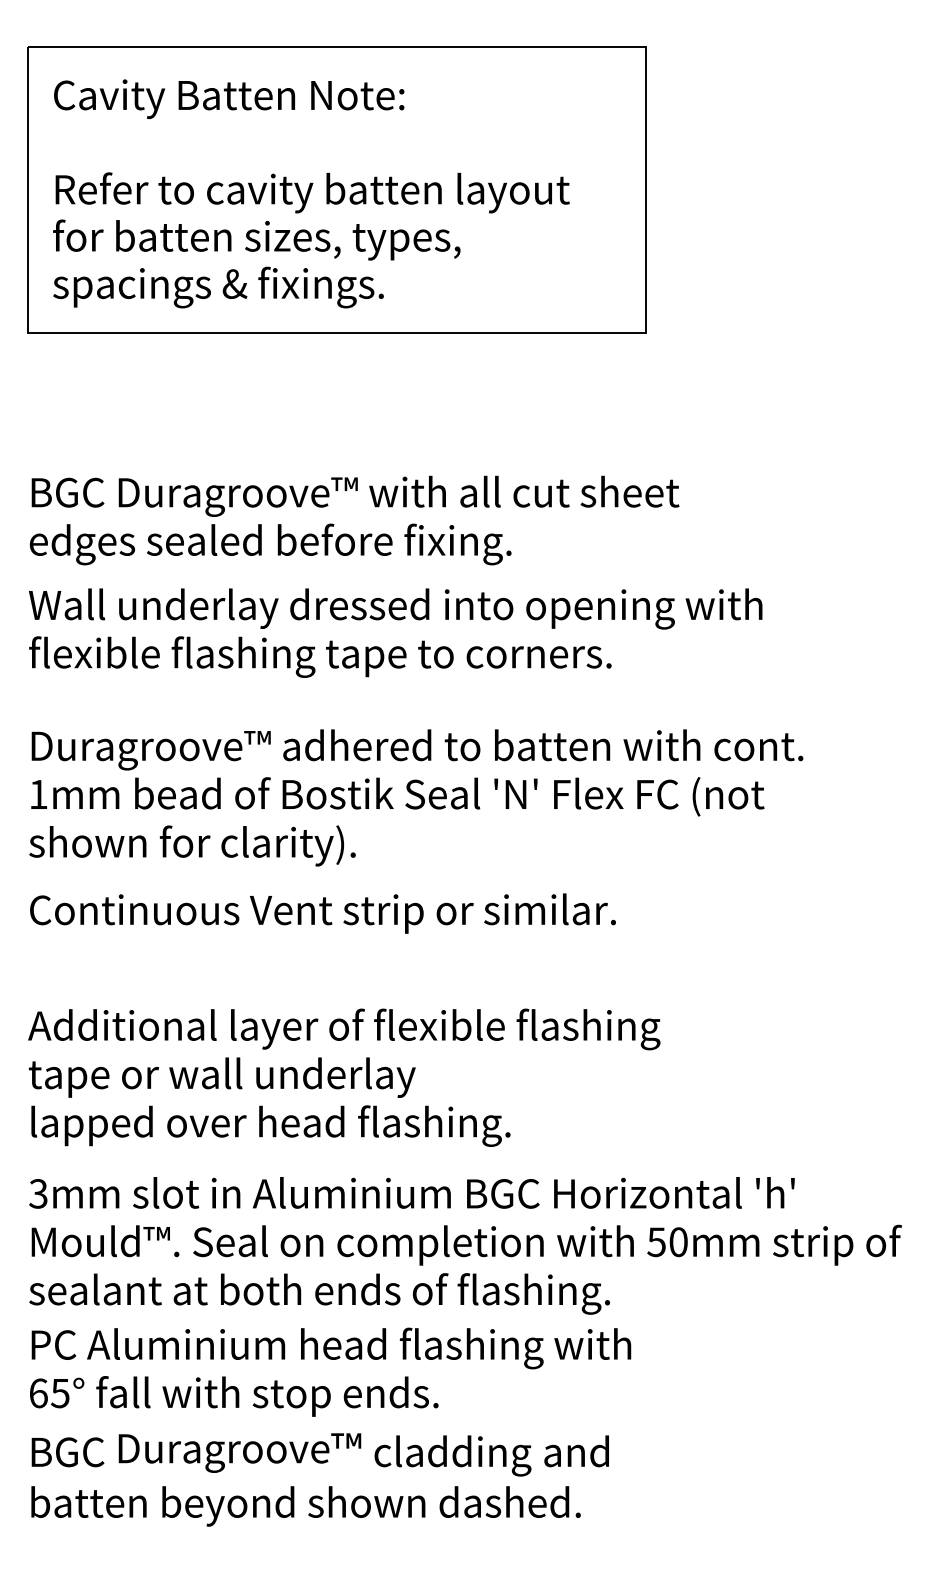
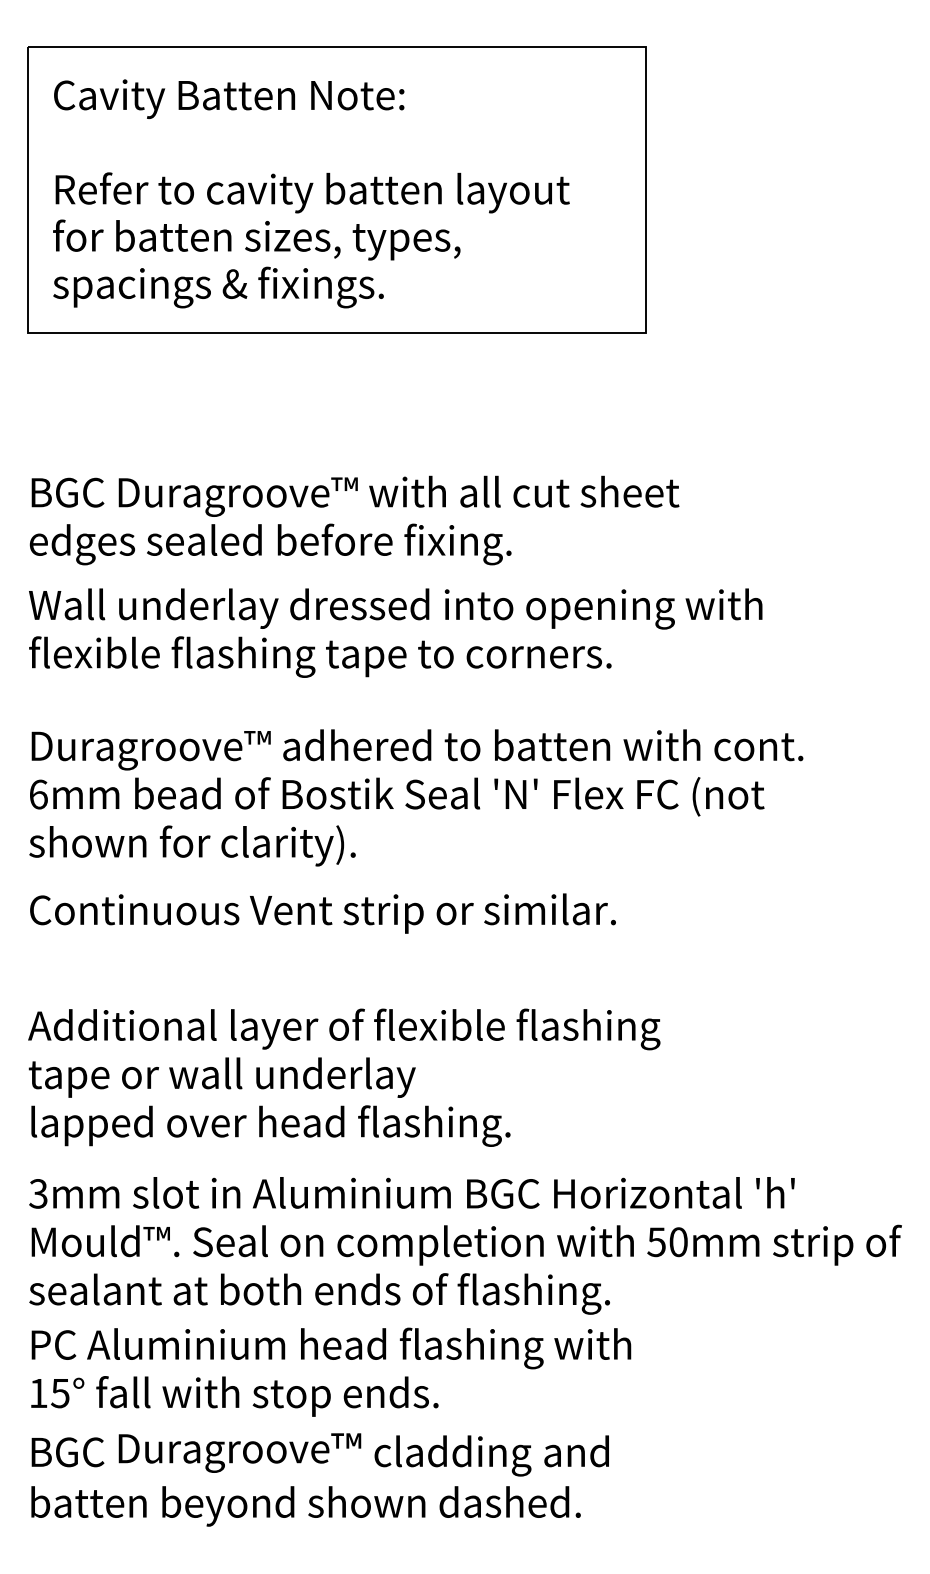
text at (38, 794): 1mm -> 6mm
text at (38, 1393): 65° -> 15°
